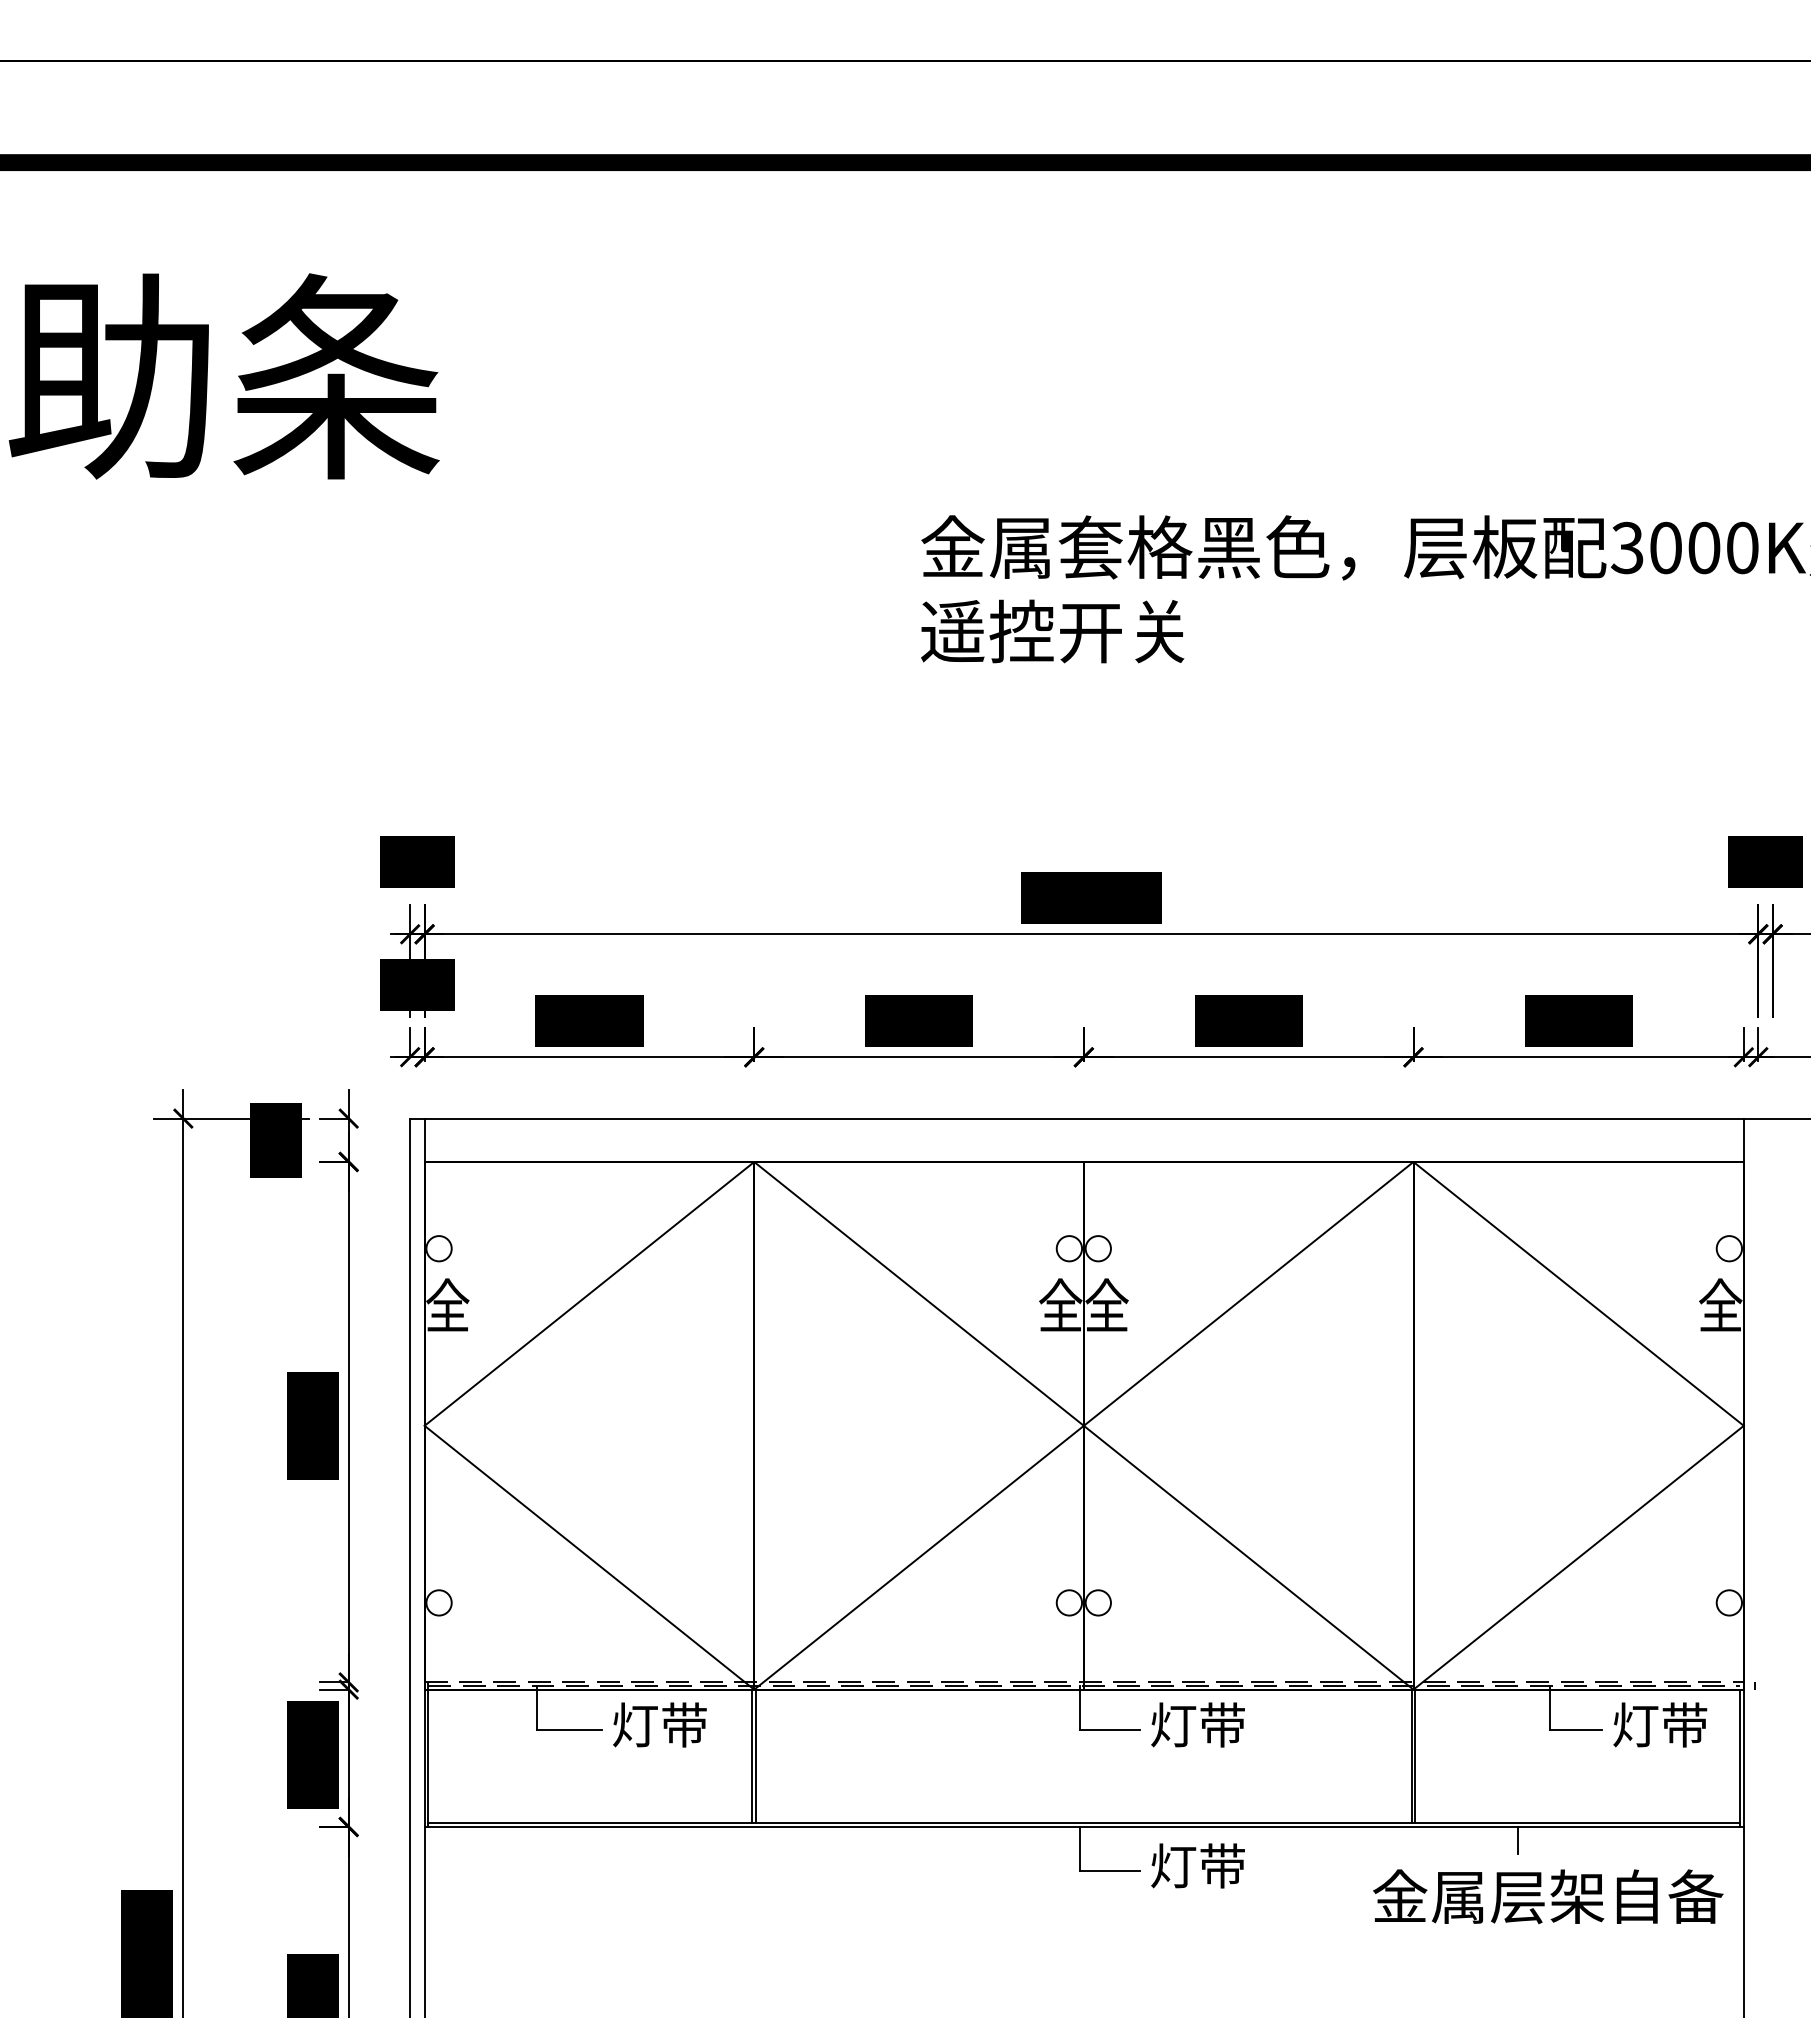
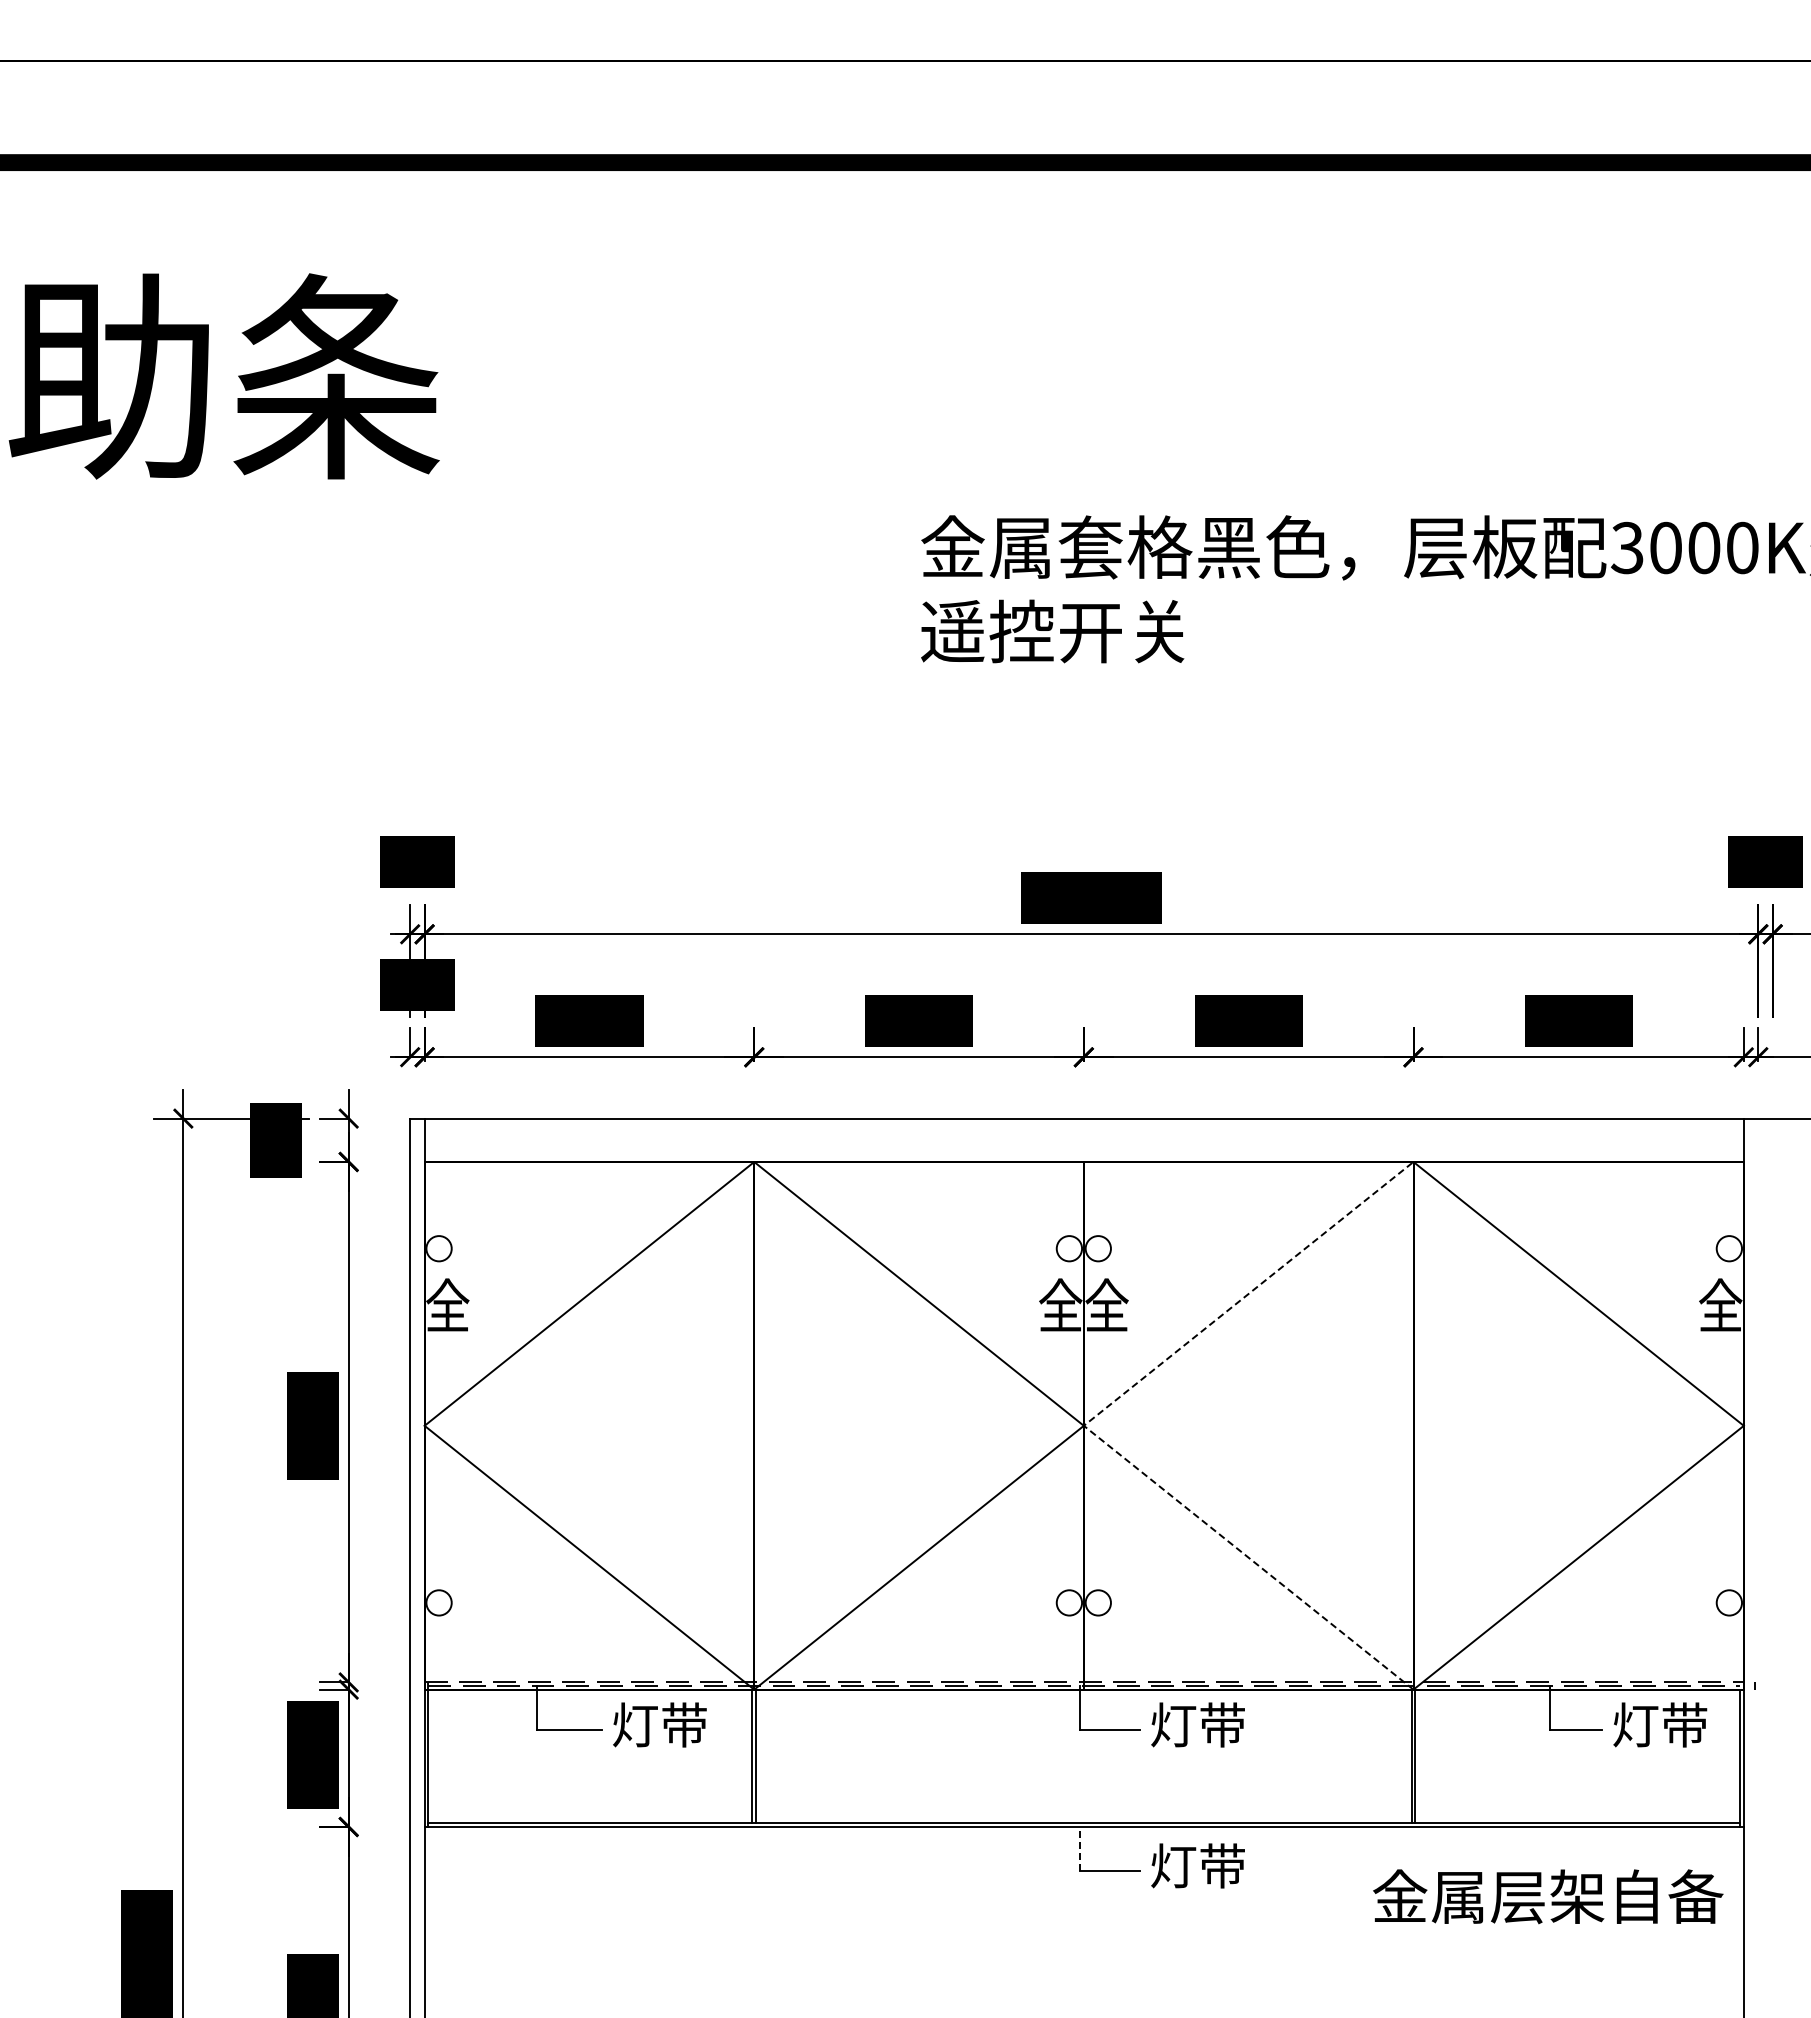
line at (1083, 1425): solid -> dashed
line at (1518, 1840): present -> none
line at (1079, 1848): solid -> dashed
